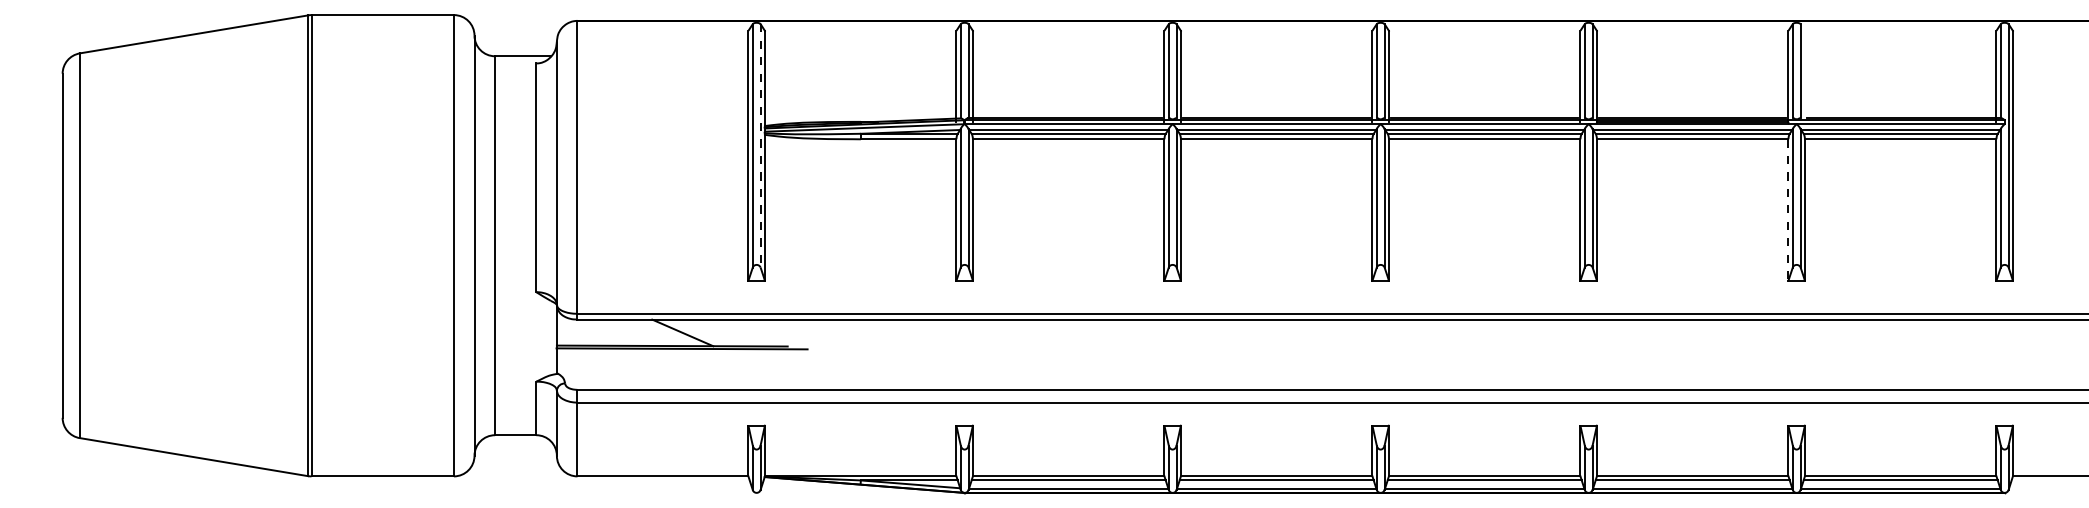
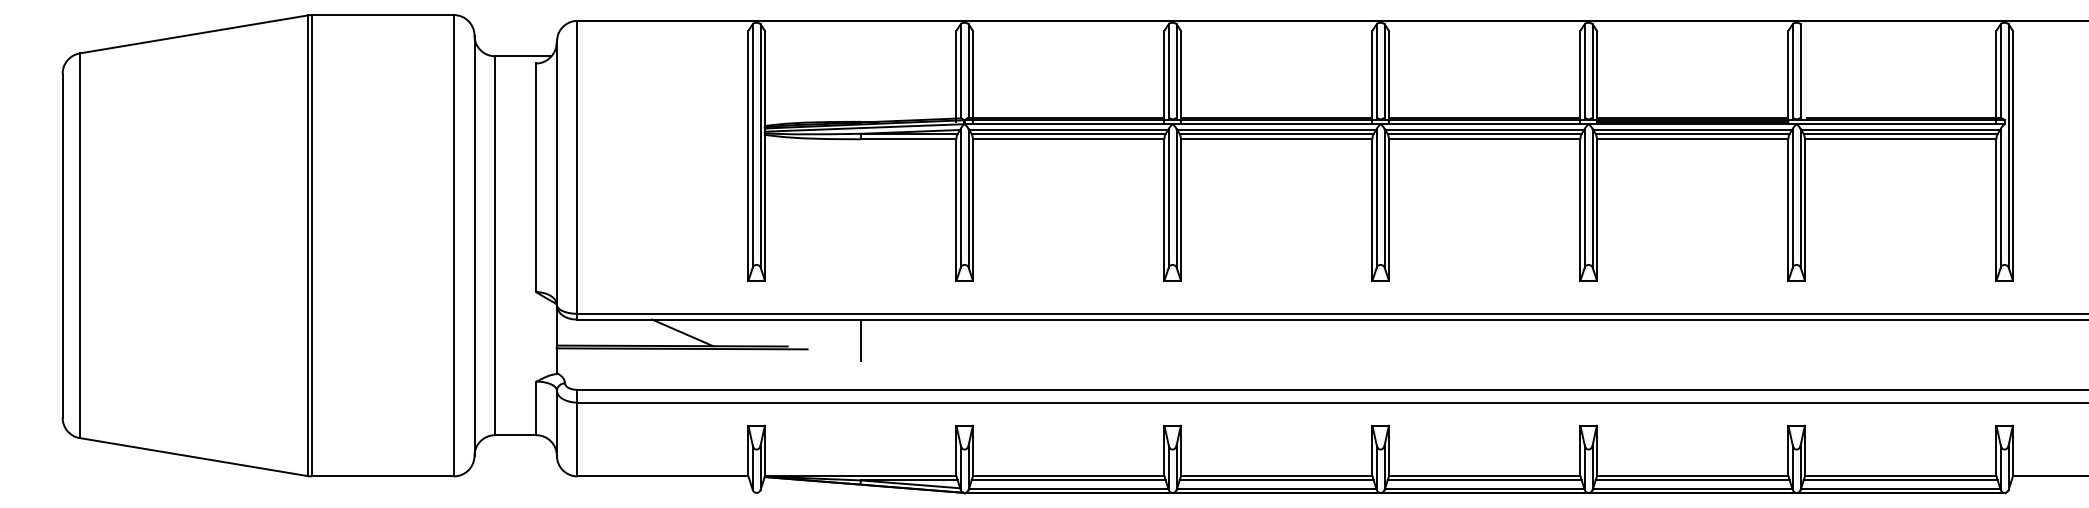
line at (760, 145): dashed -> solid
line at (1788, 210): dashed -> solid
line at (860, 340): none -> present
